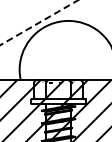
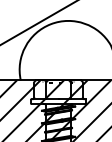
line at (38, 22): dashed -> solid
